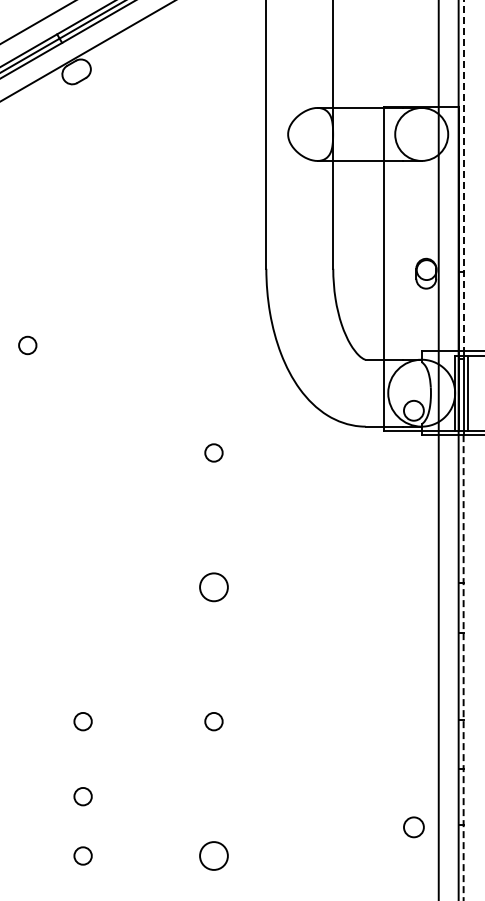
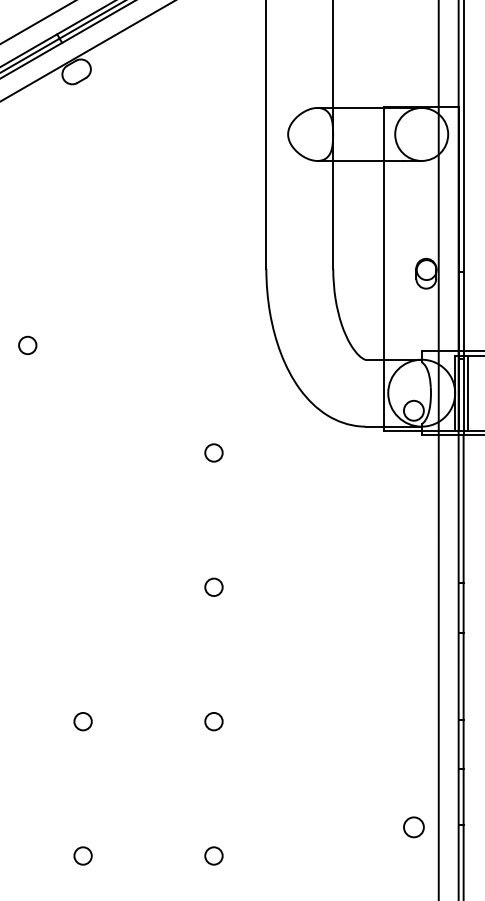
line at (463, 176): dashed -> solid
circle at (213, 587) diameter: 28 px -> 17 px
line at (463, 668): dashed -> solid
circle at (82, 796): present -> none
circle at (213, 855) diameter: 28 px -> 17 px
